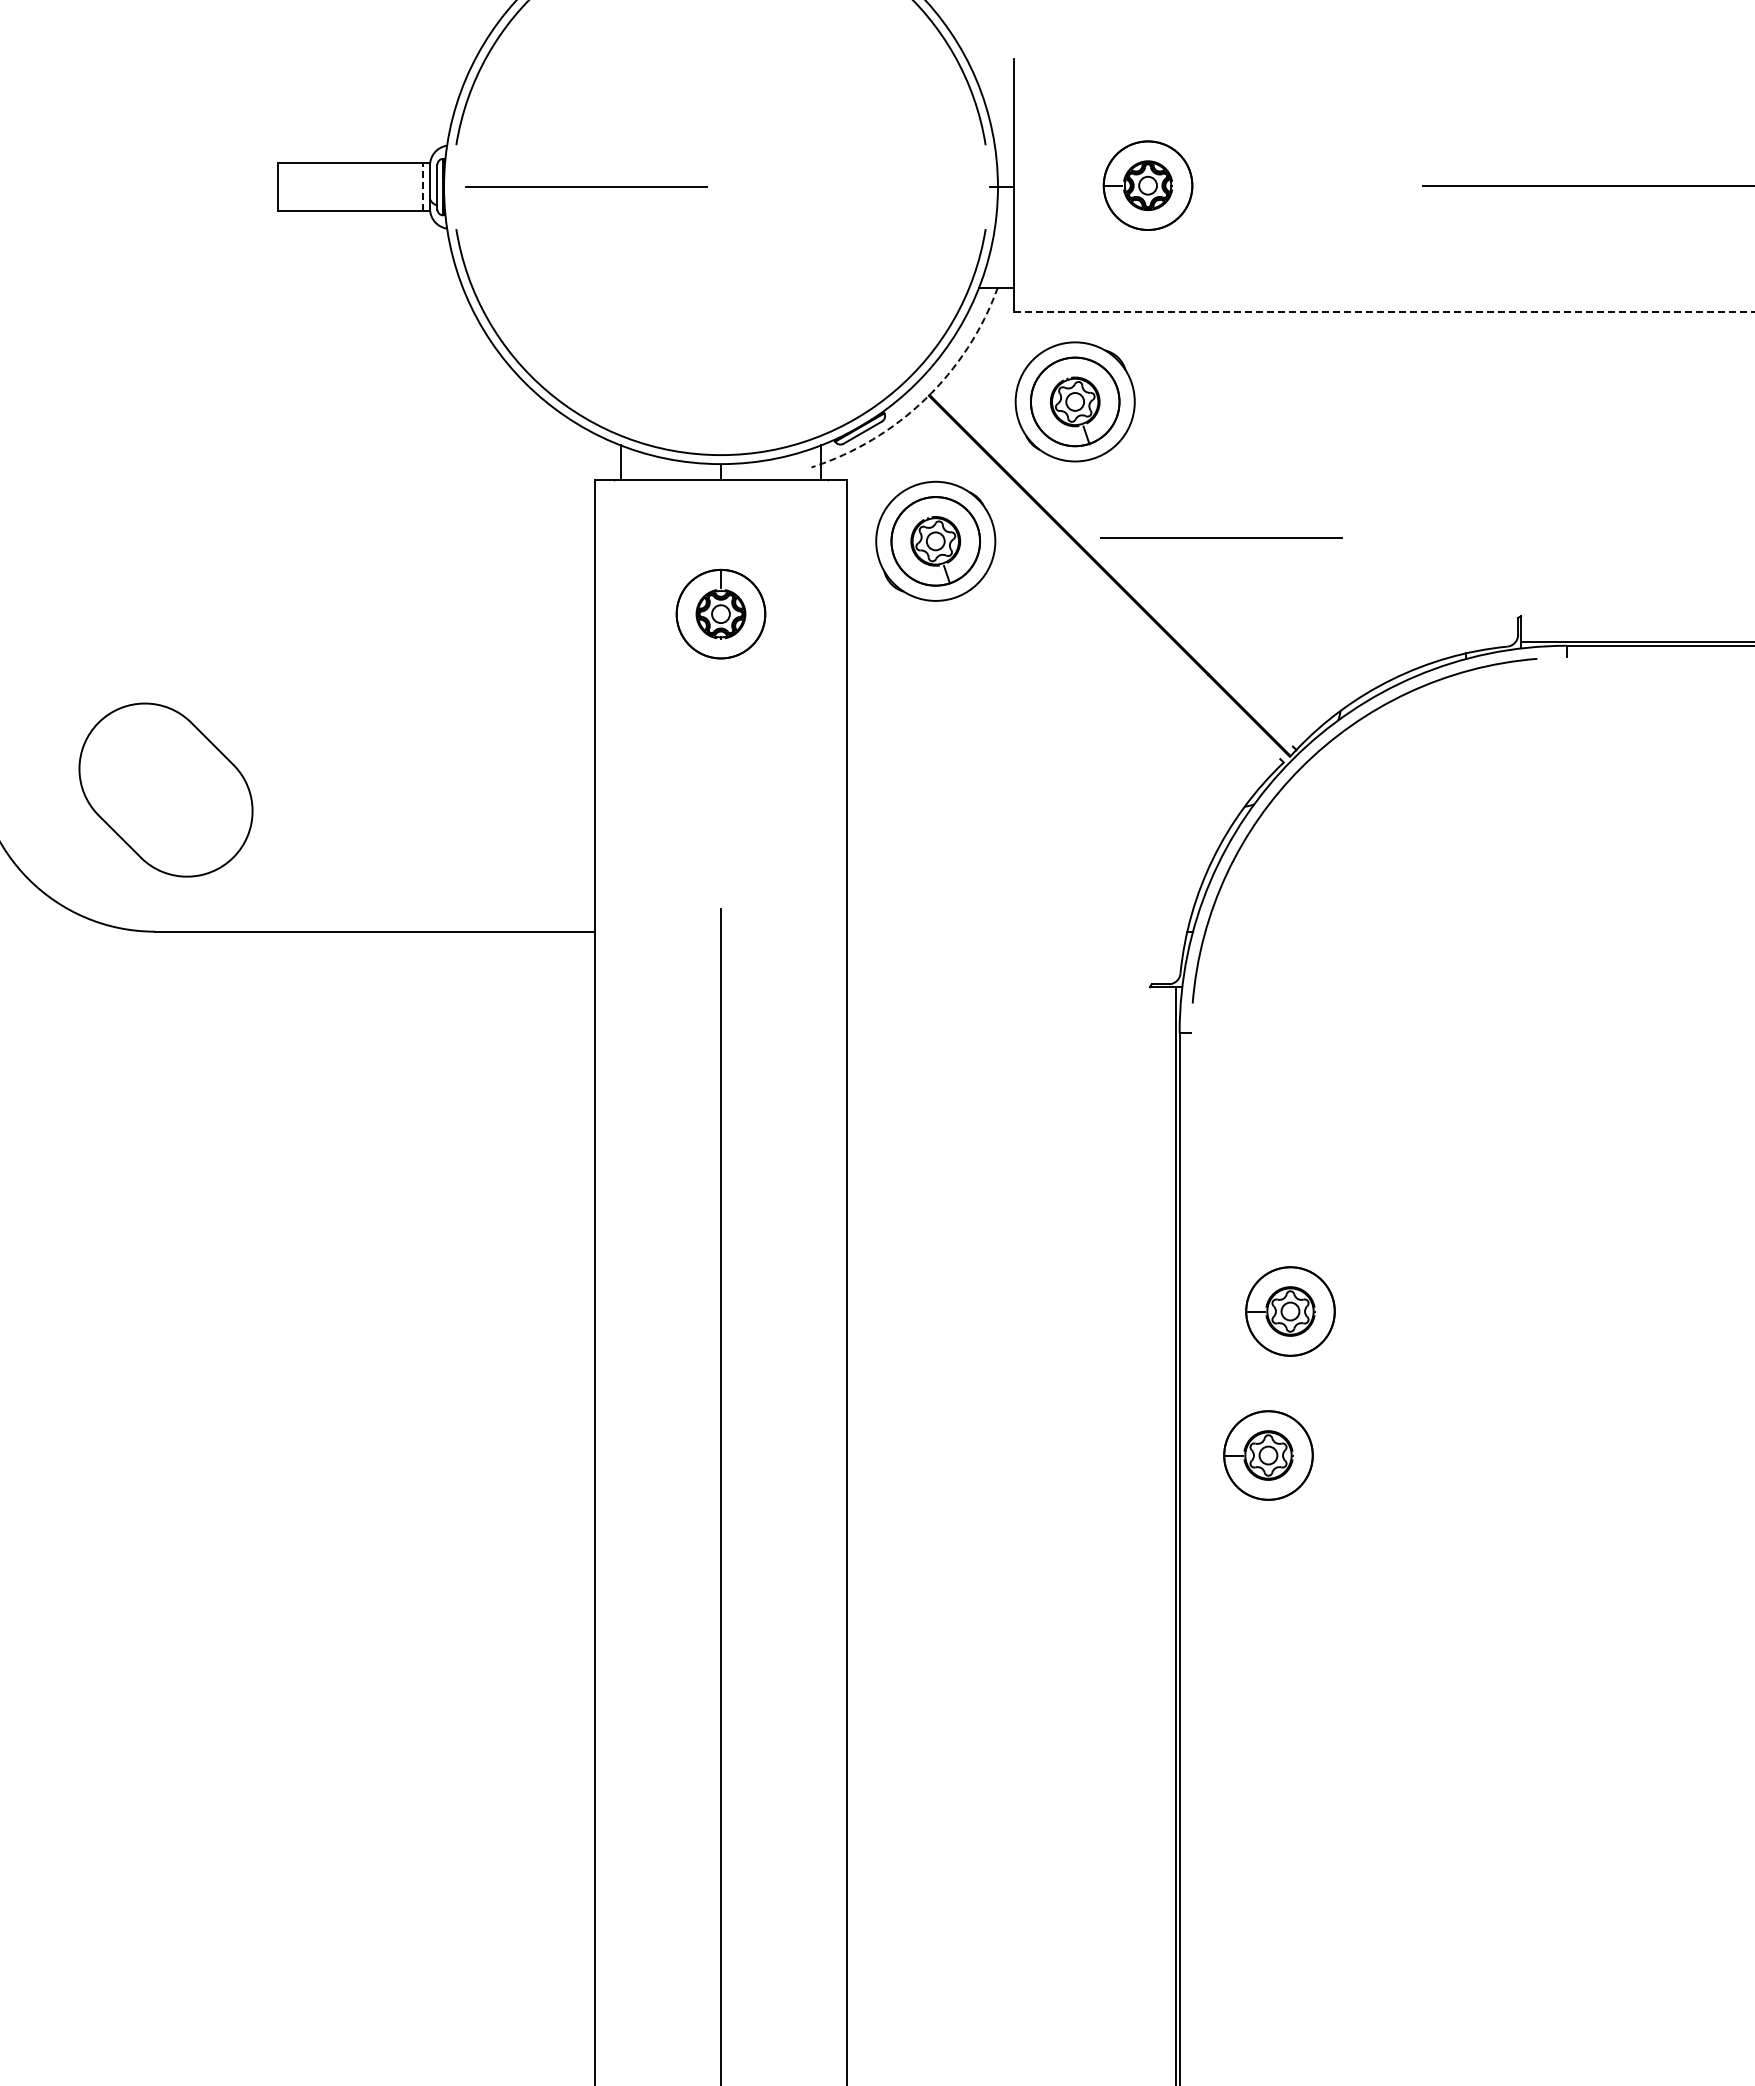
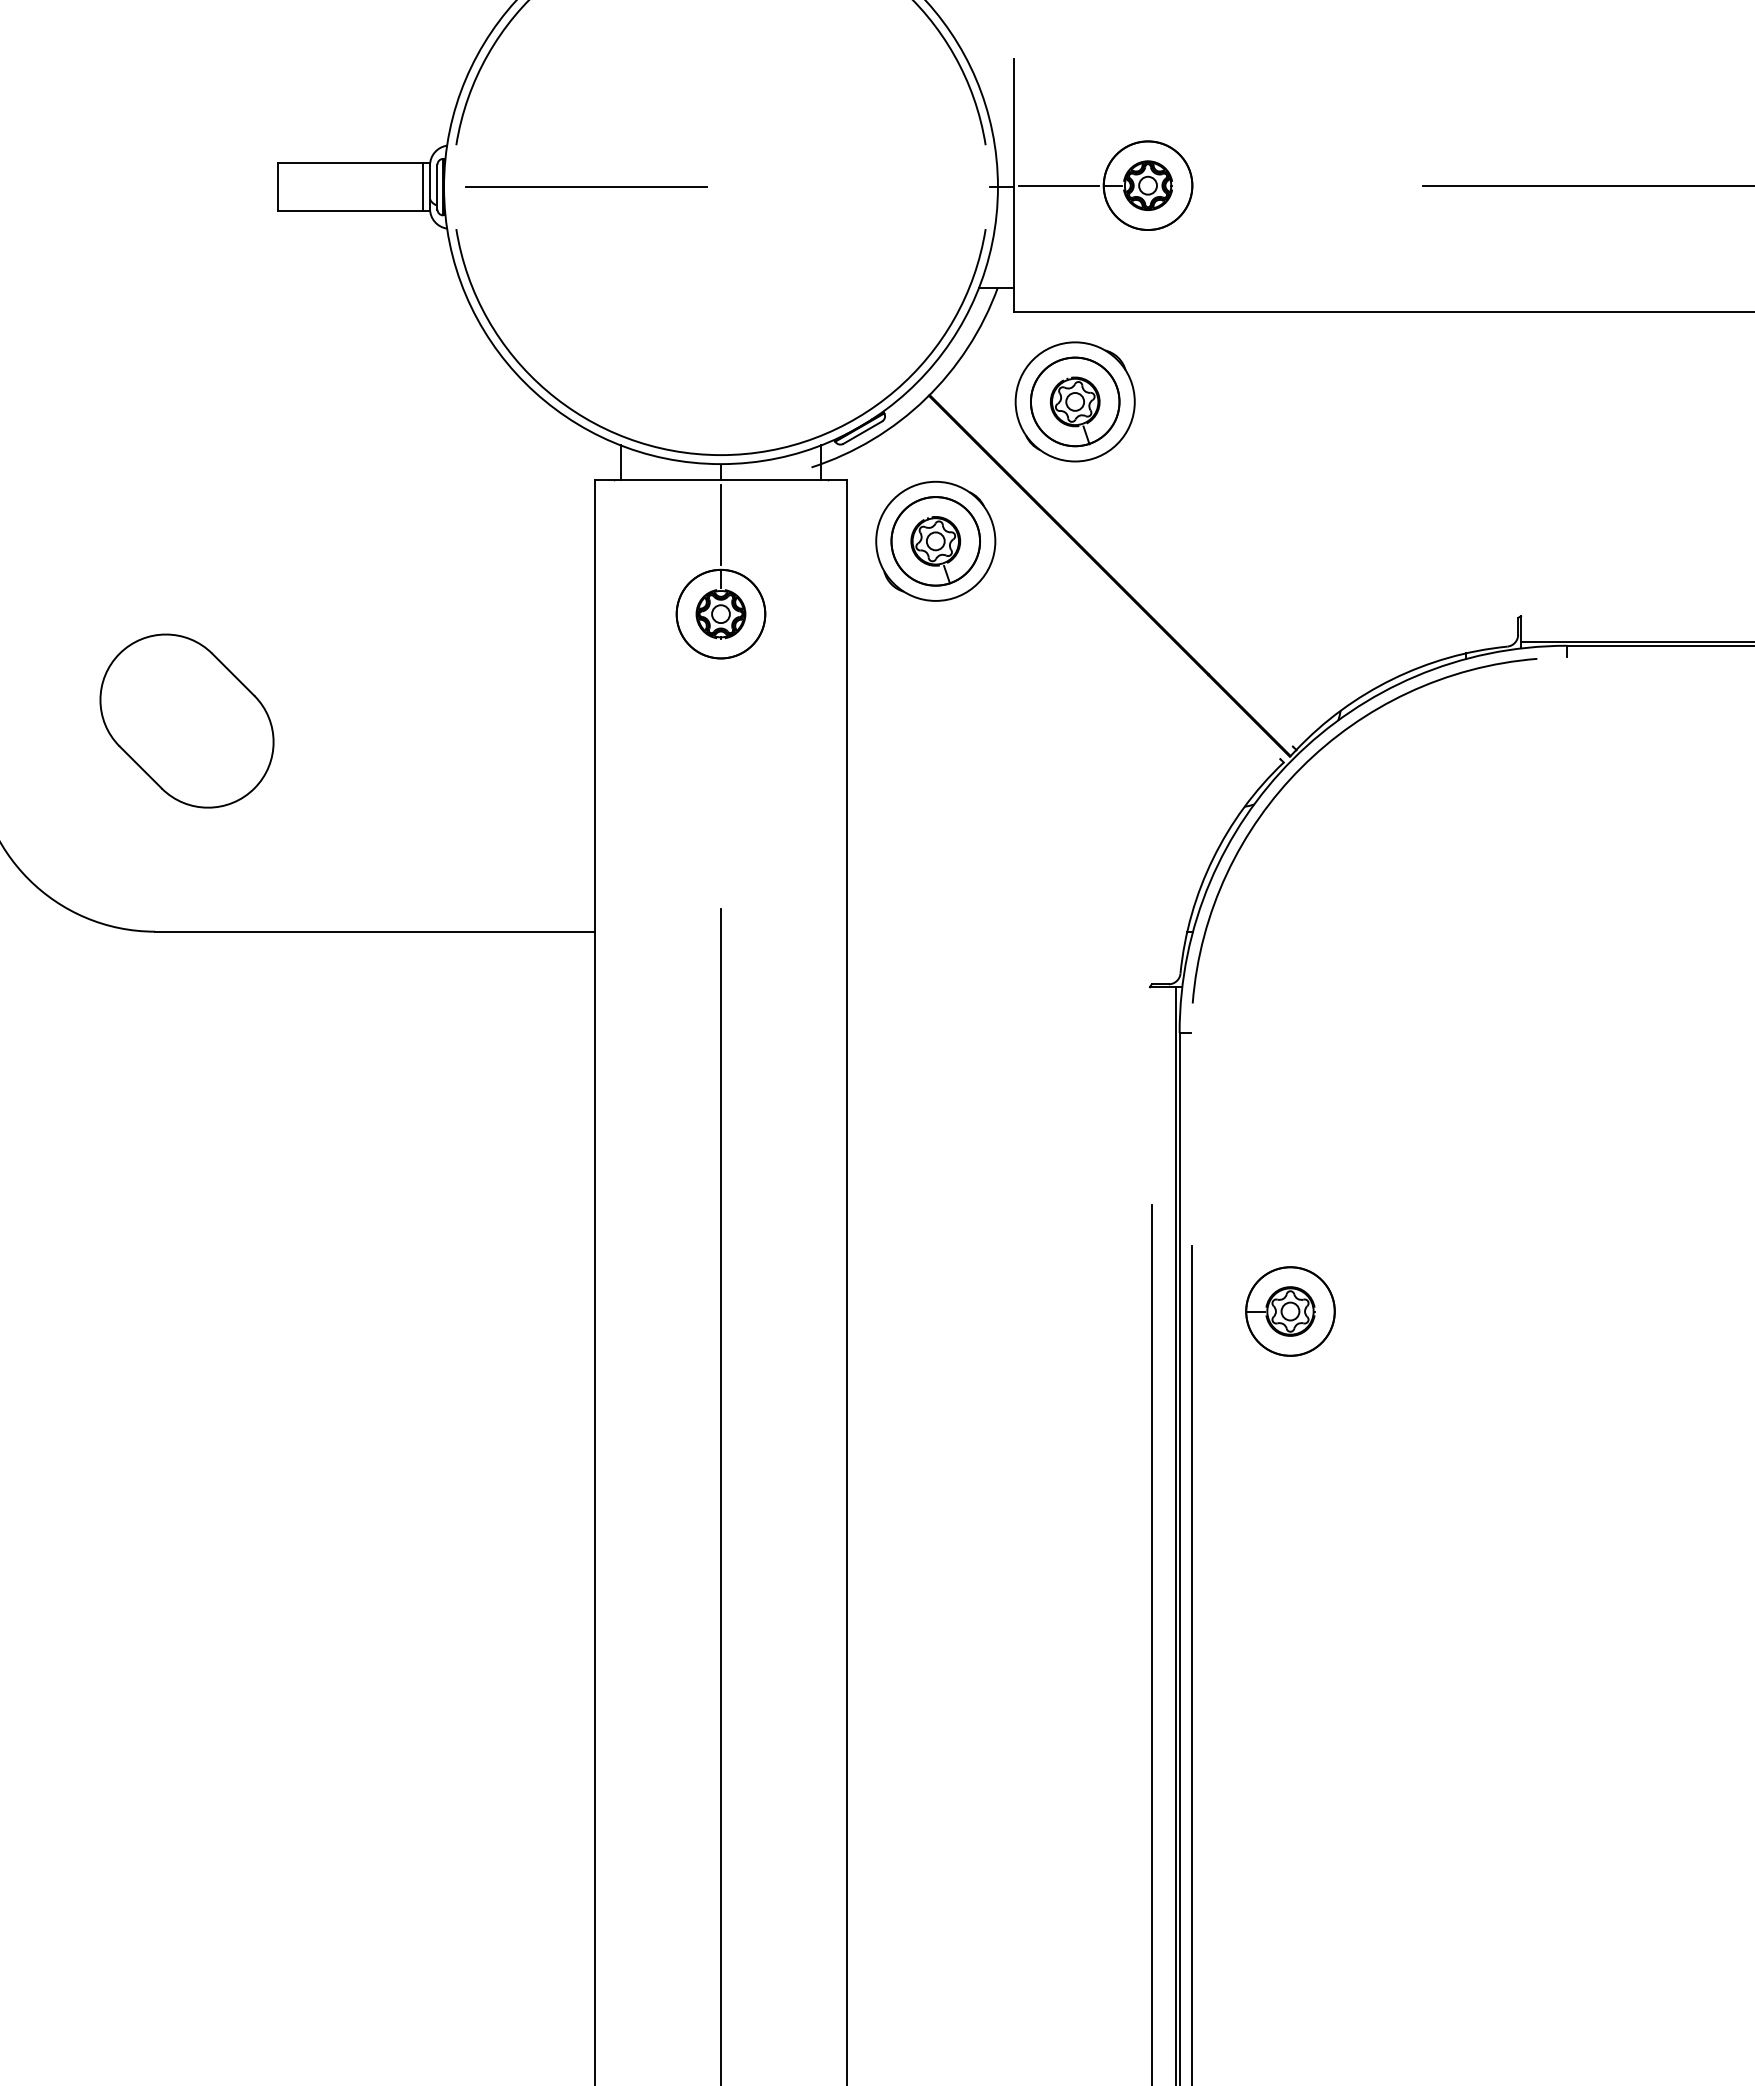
line at (1058, 185): none -> present
line at (423, 187): dashed -> solid
line at (1384, 312): dashed -> solid
arc at (925, 399): dashed -> solid
line at (721, 524): none -> present
line at (1221, 537): present -> none
part at (165, 789) position: (165, 789) -> (186, 720)
part at (1268, 1455): present -> none
line at (1151, 1643): none -> present
line at (1191, 1664): none -> present
